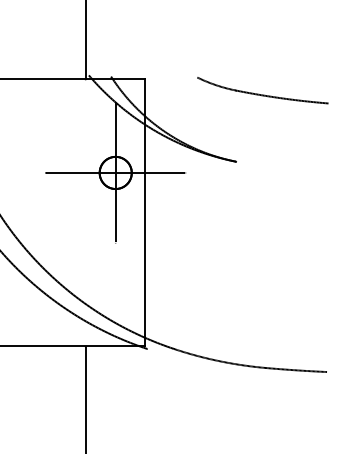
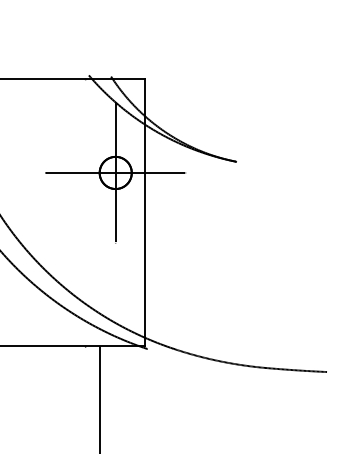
line at (85, 40): present -> none
part at (262, 90): present -> none
line at (85, 398) position: (85, 398) -> (99, 398)
